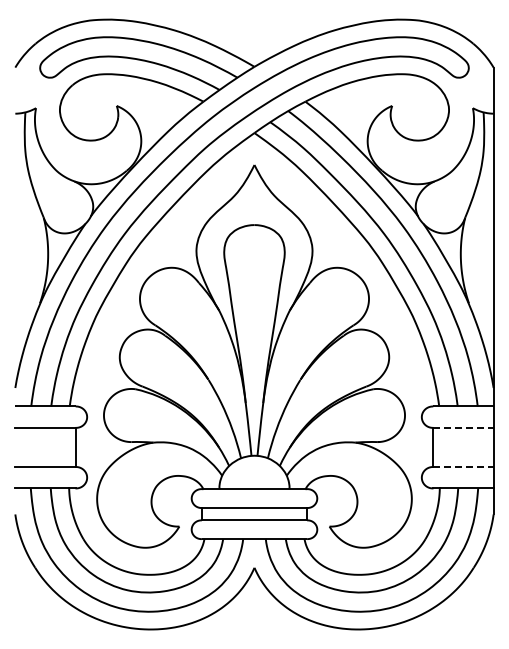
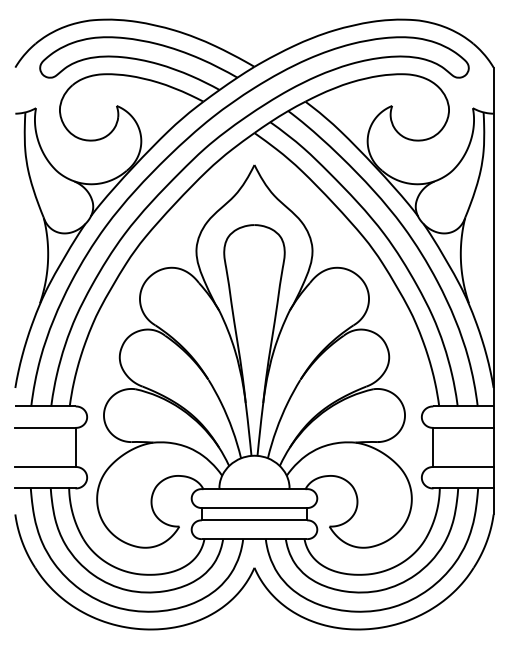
line at (464, 427): dashed -> solid
line at (464, 467): dashed -> solid
